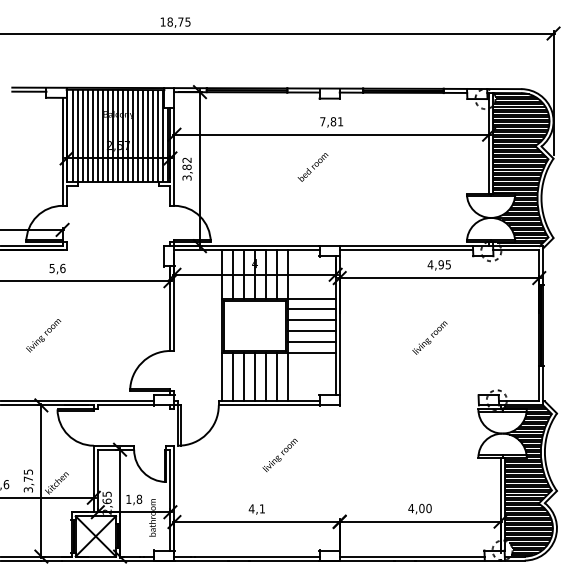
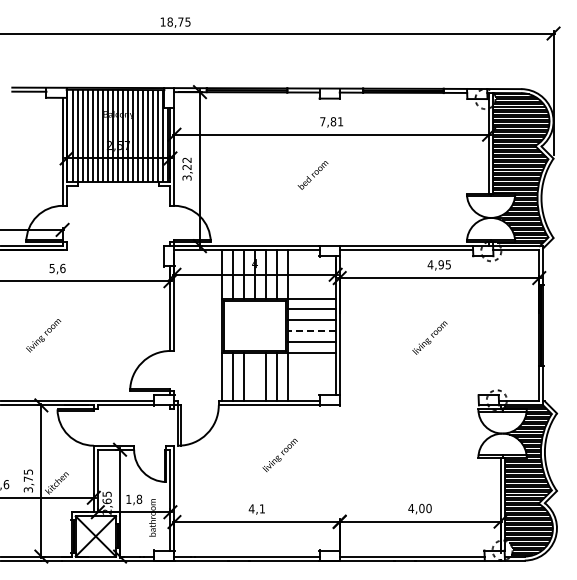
text at (186, 166): 3,82 -> 3,22
text at (312, 167) position: (312, 167) -> (312, 175)
line at (311, 331): solid -> dashed
line at (255, 376): present -> none
